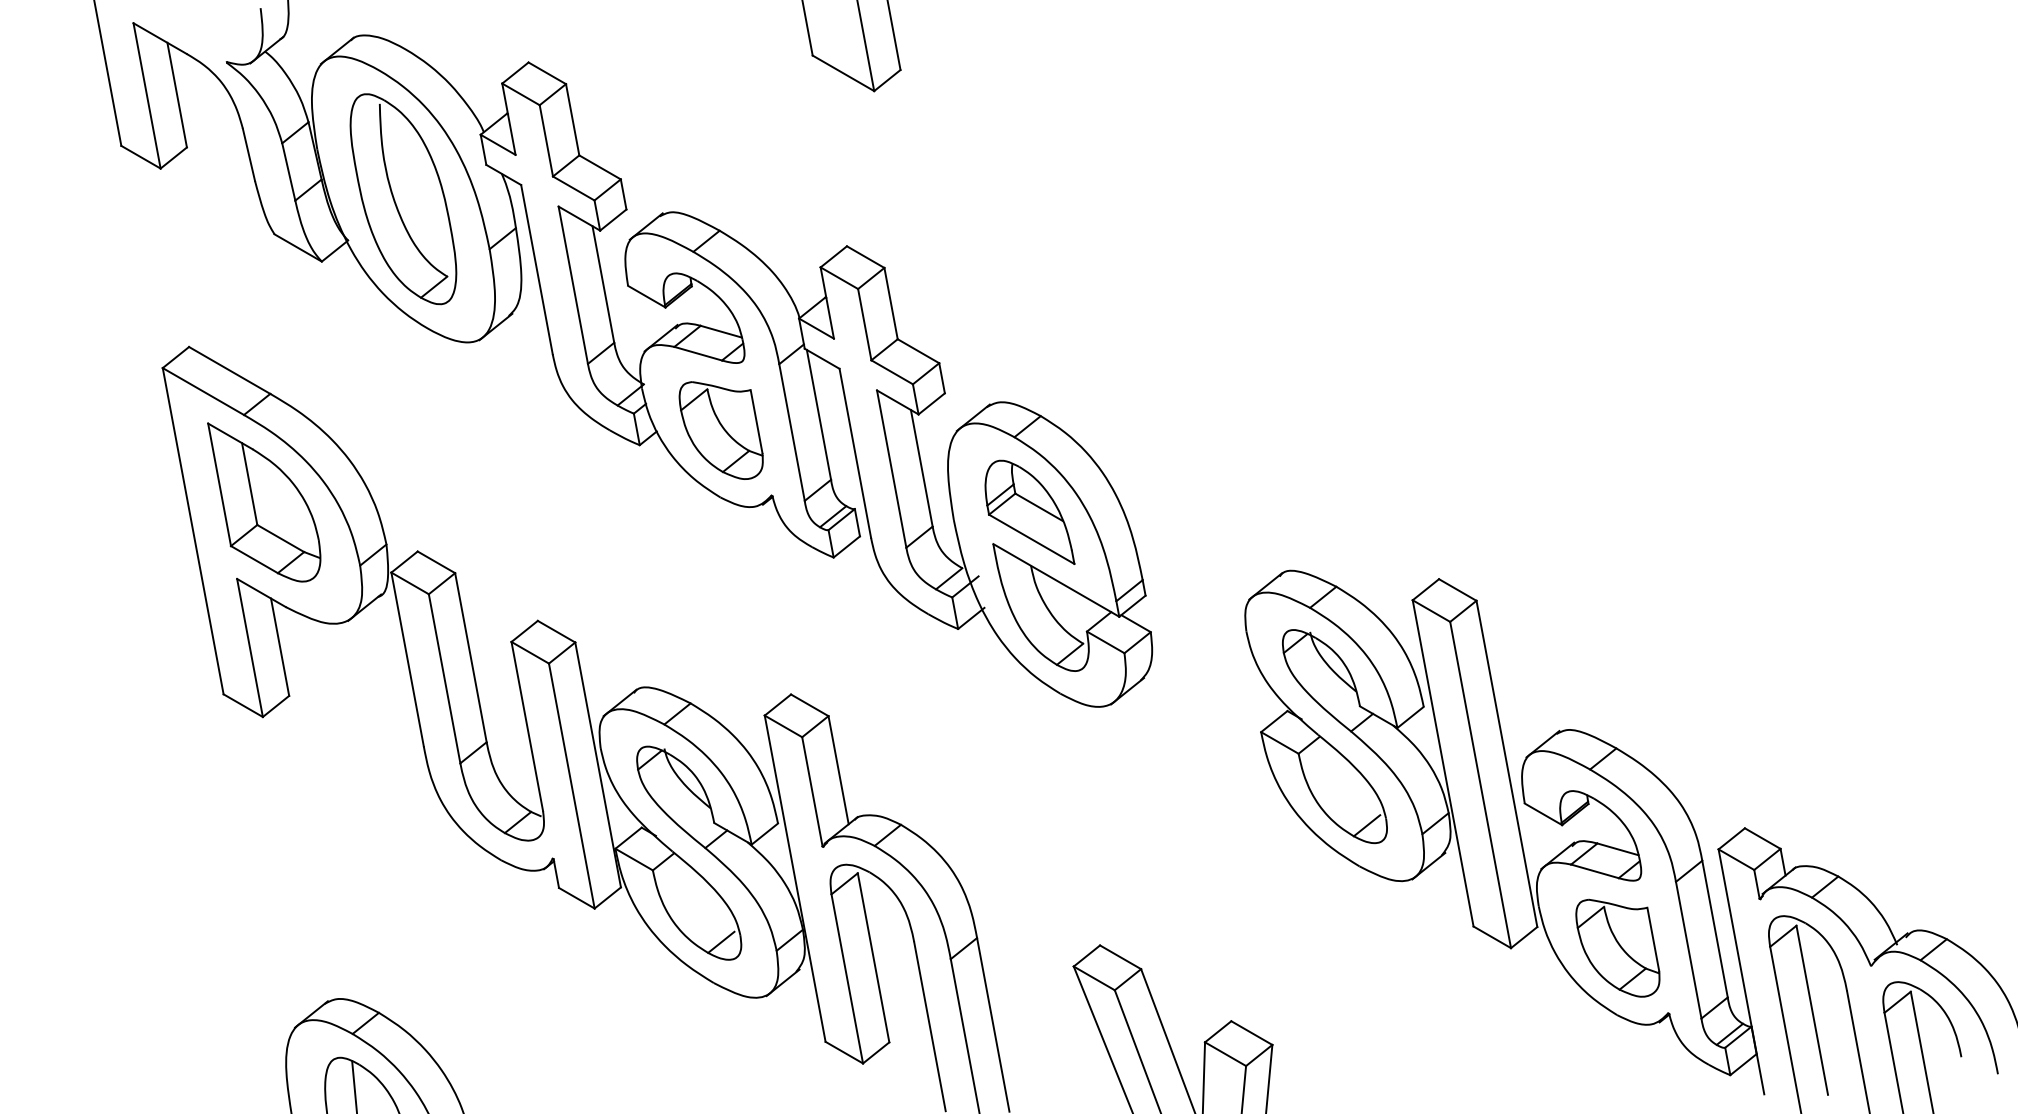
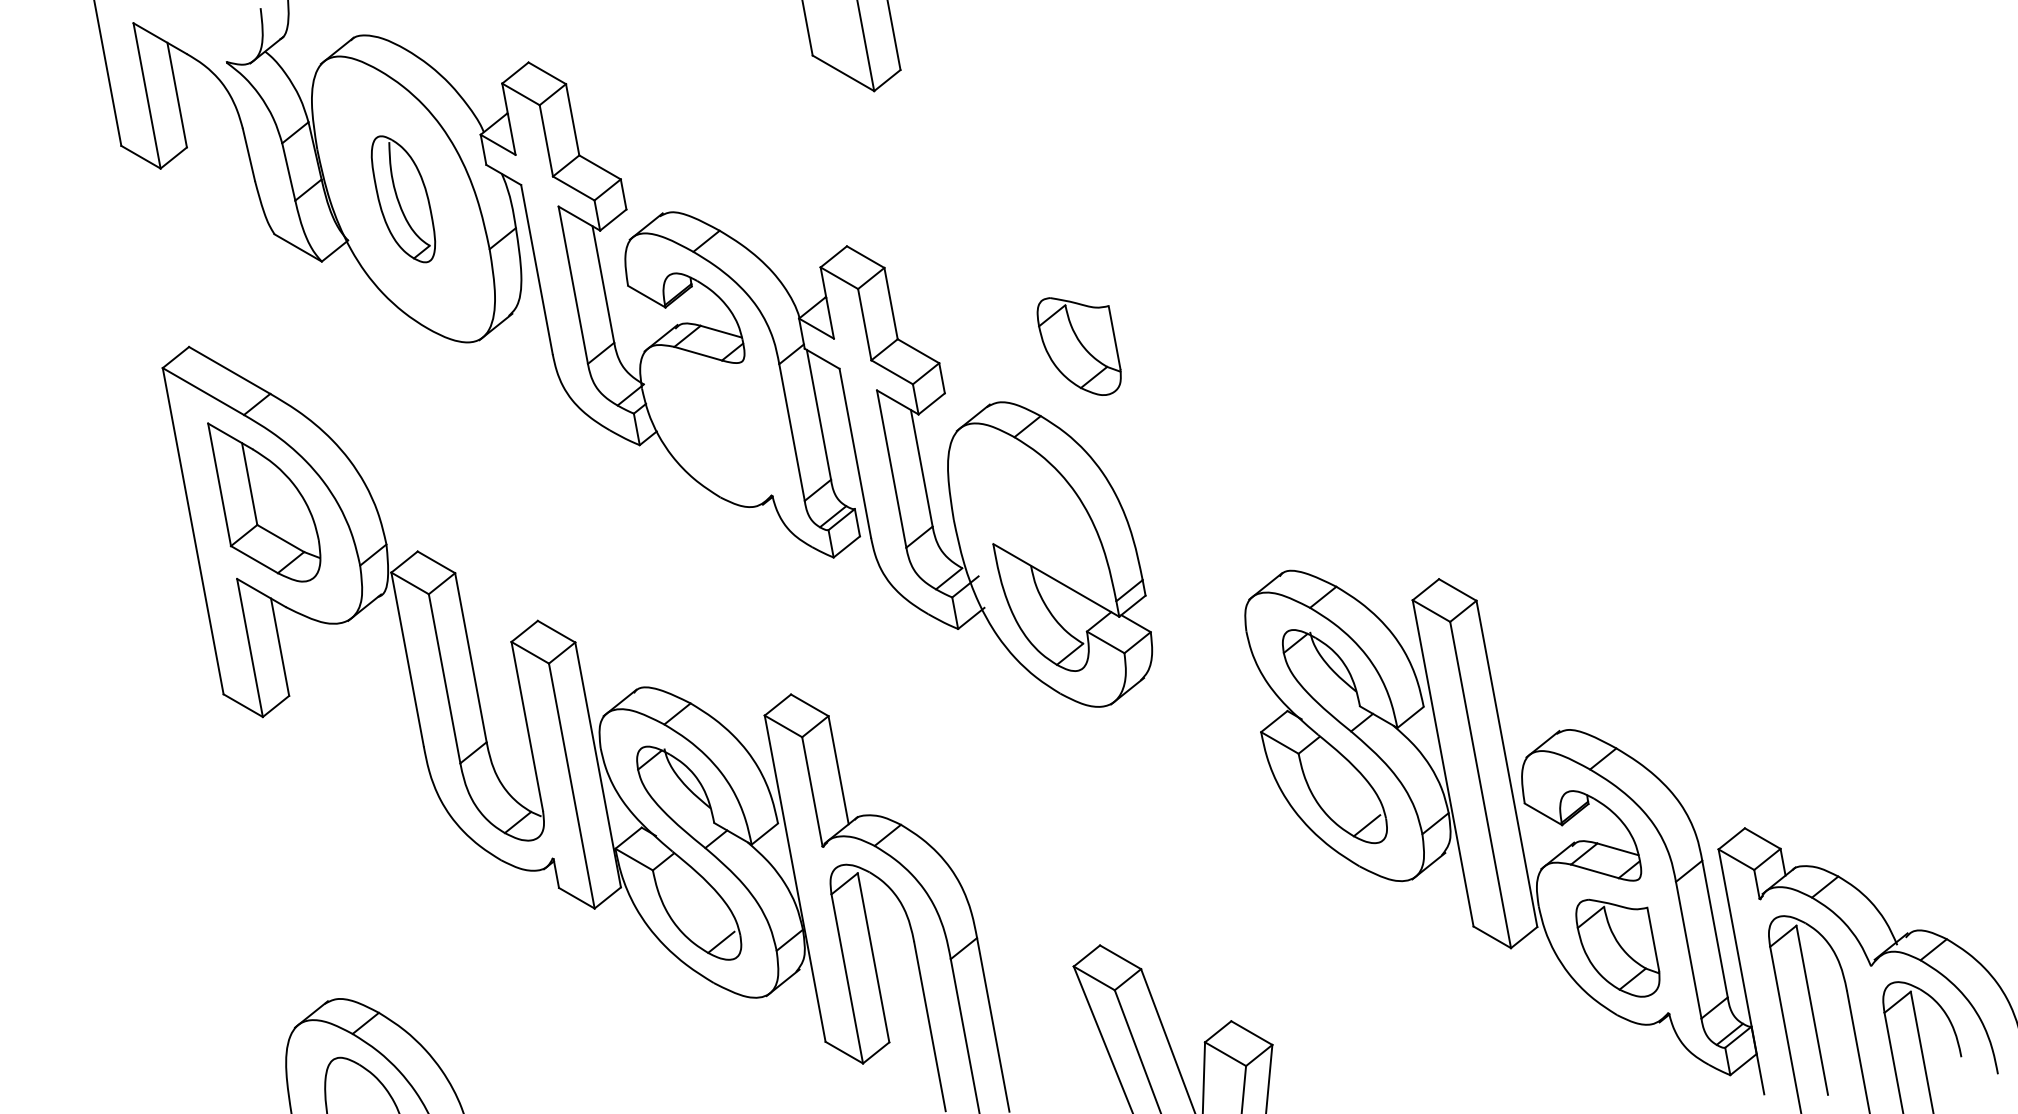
part at (403, 199) size: 109x213 px -> 67x129 px
part at (720, 430) position: (720, 430) -> (1078, 346)
part at (1029, 511): present -> none
line at (354, 1085): present -> none
